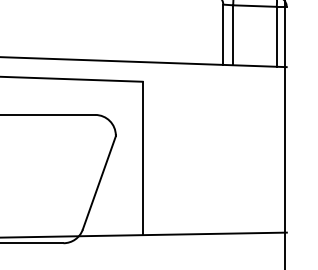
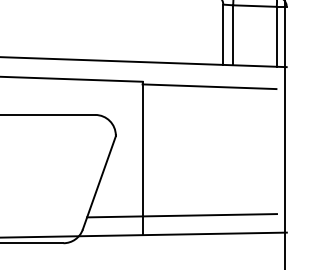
line at (209, 86): none -> present
line at (181, 215): none -> present
